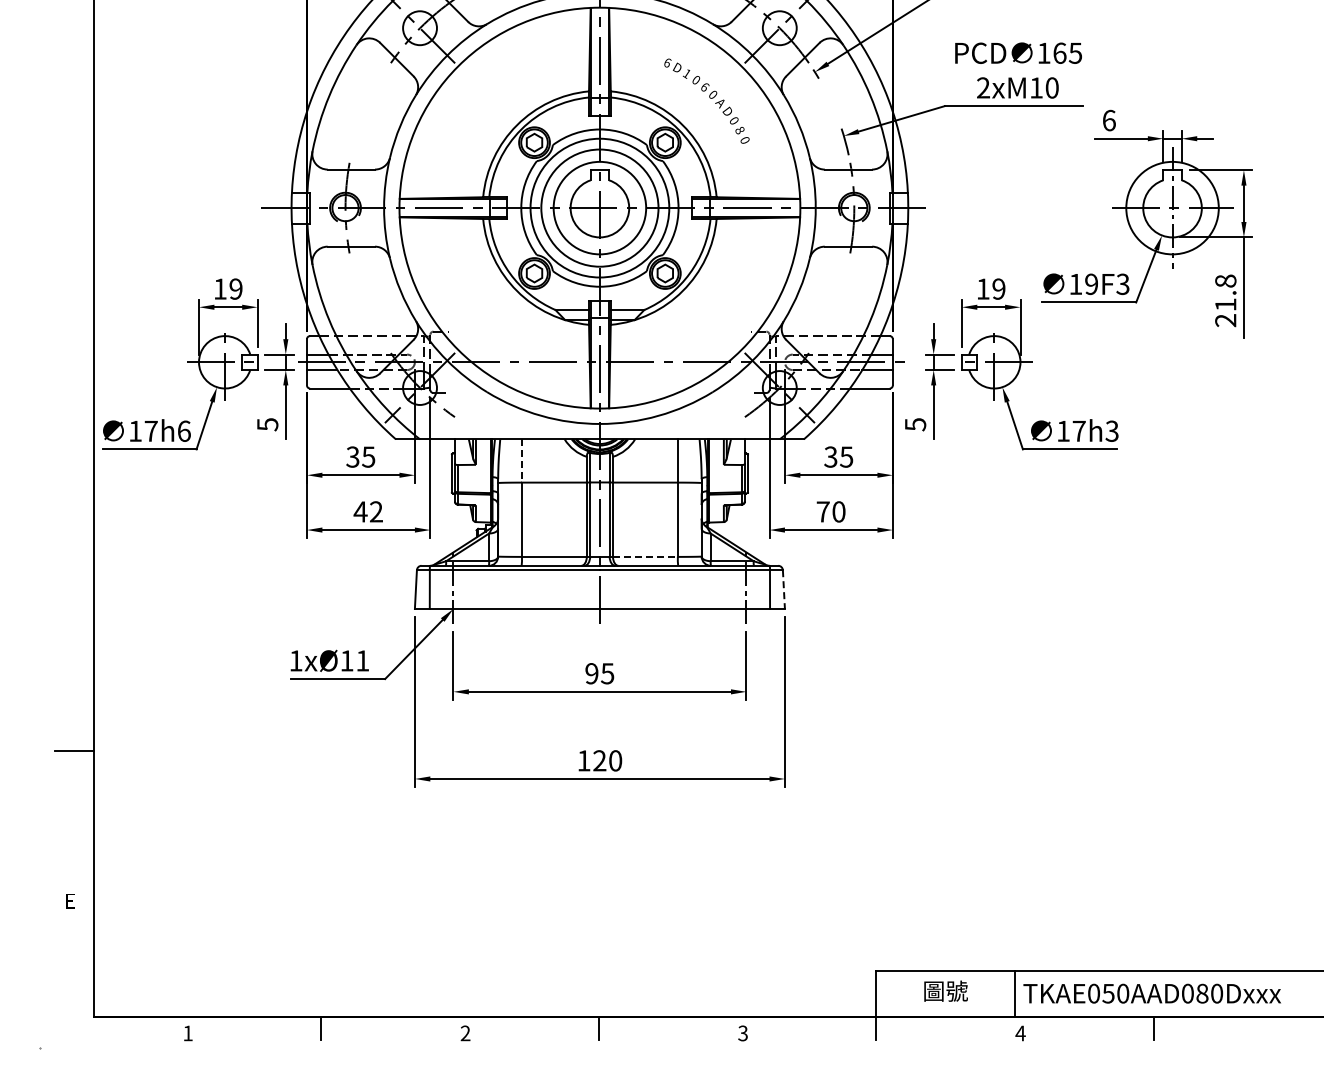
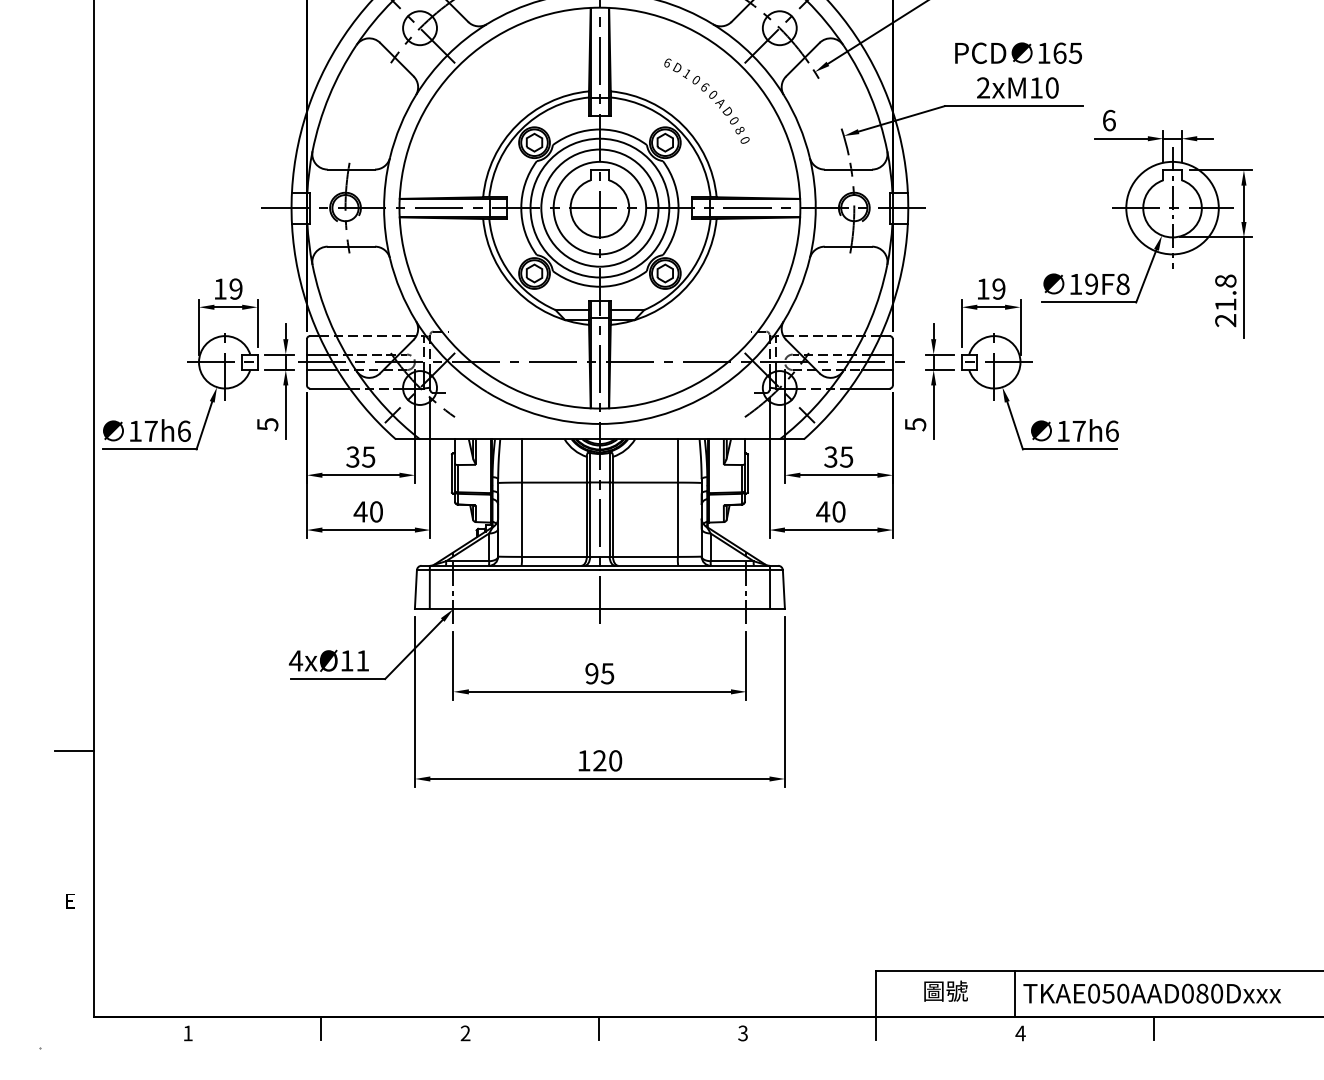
text at (1122, 283): 19F3 -> 19F8
text at (1111, 430): 17h3 -> 17h6
line at (521, 461): dashed -> solid
text at (376, 511): 42 -> 40
text at (823, 511): 70 -> 40
line at (645, 556): dashed -> solid
line at (783, 590): dashed -> solid
text at (295, 660): 1xØ11 -> 4xØ11
